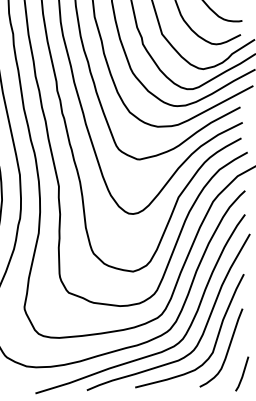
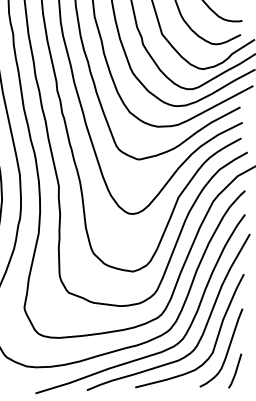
line at (242, 373) position: (242, 373) -> (235, 370)
